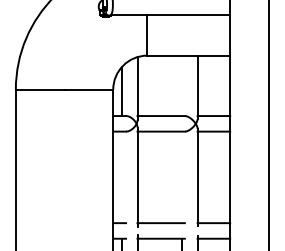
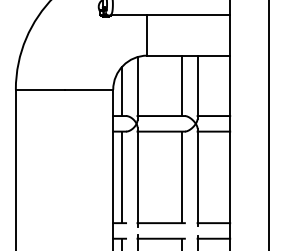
line at (182, 85): none -> present
line at (121, 177): none -> present
line at (182, 177): none -> present
